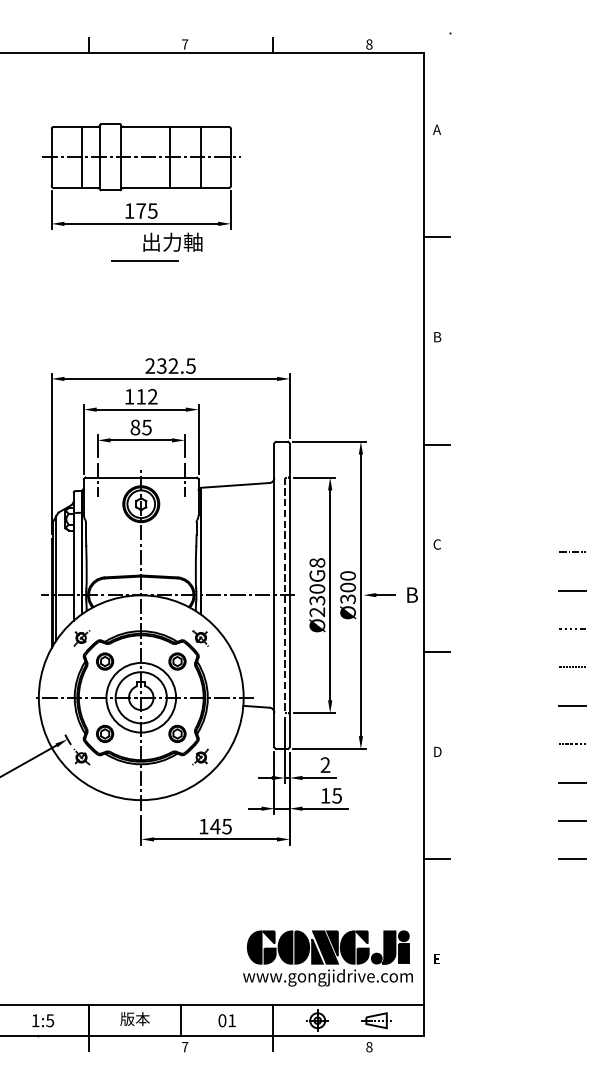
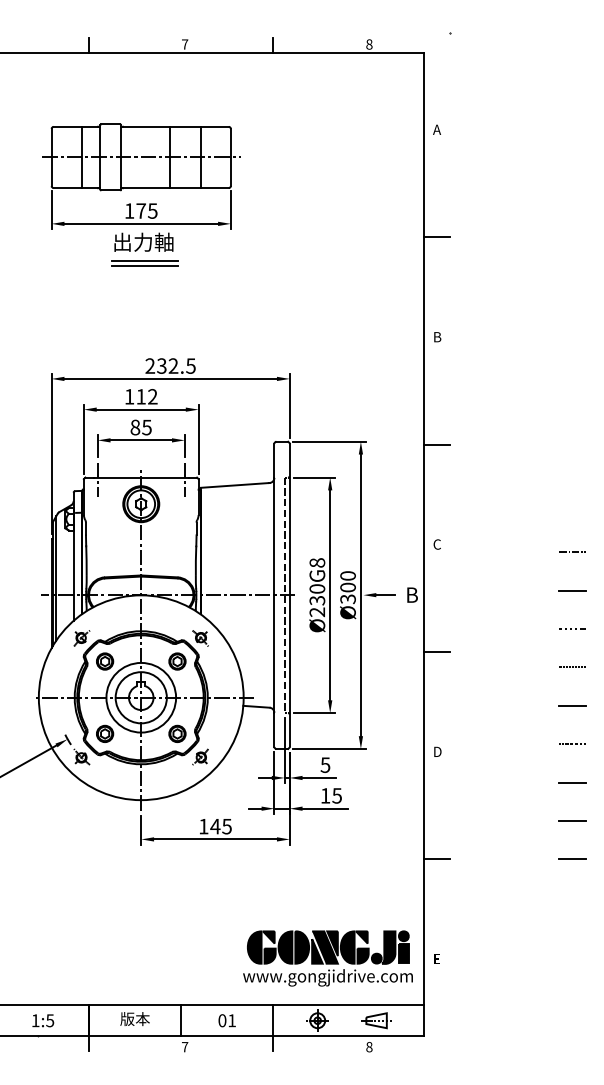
text at (172, 241) position: (172, 241) -> (143, 241)
line at (144, 265): none -> present
text at (325, 765): 2 -> 5
